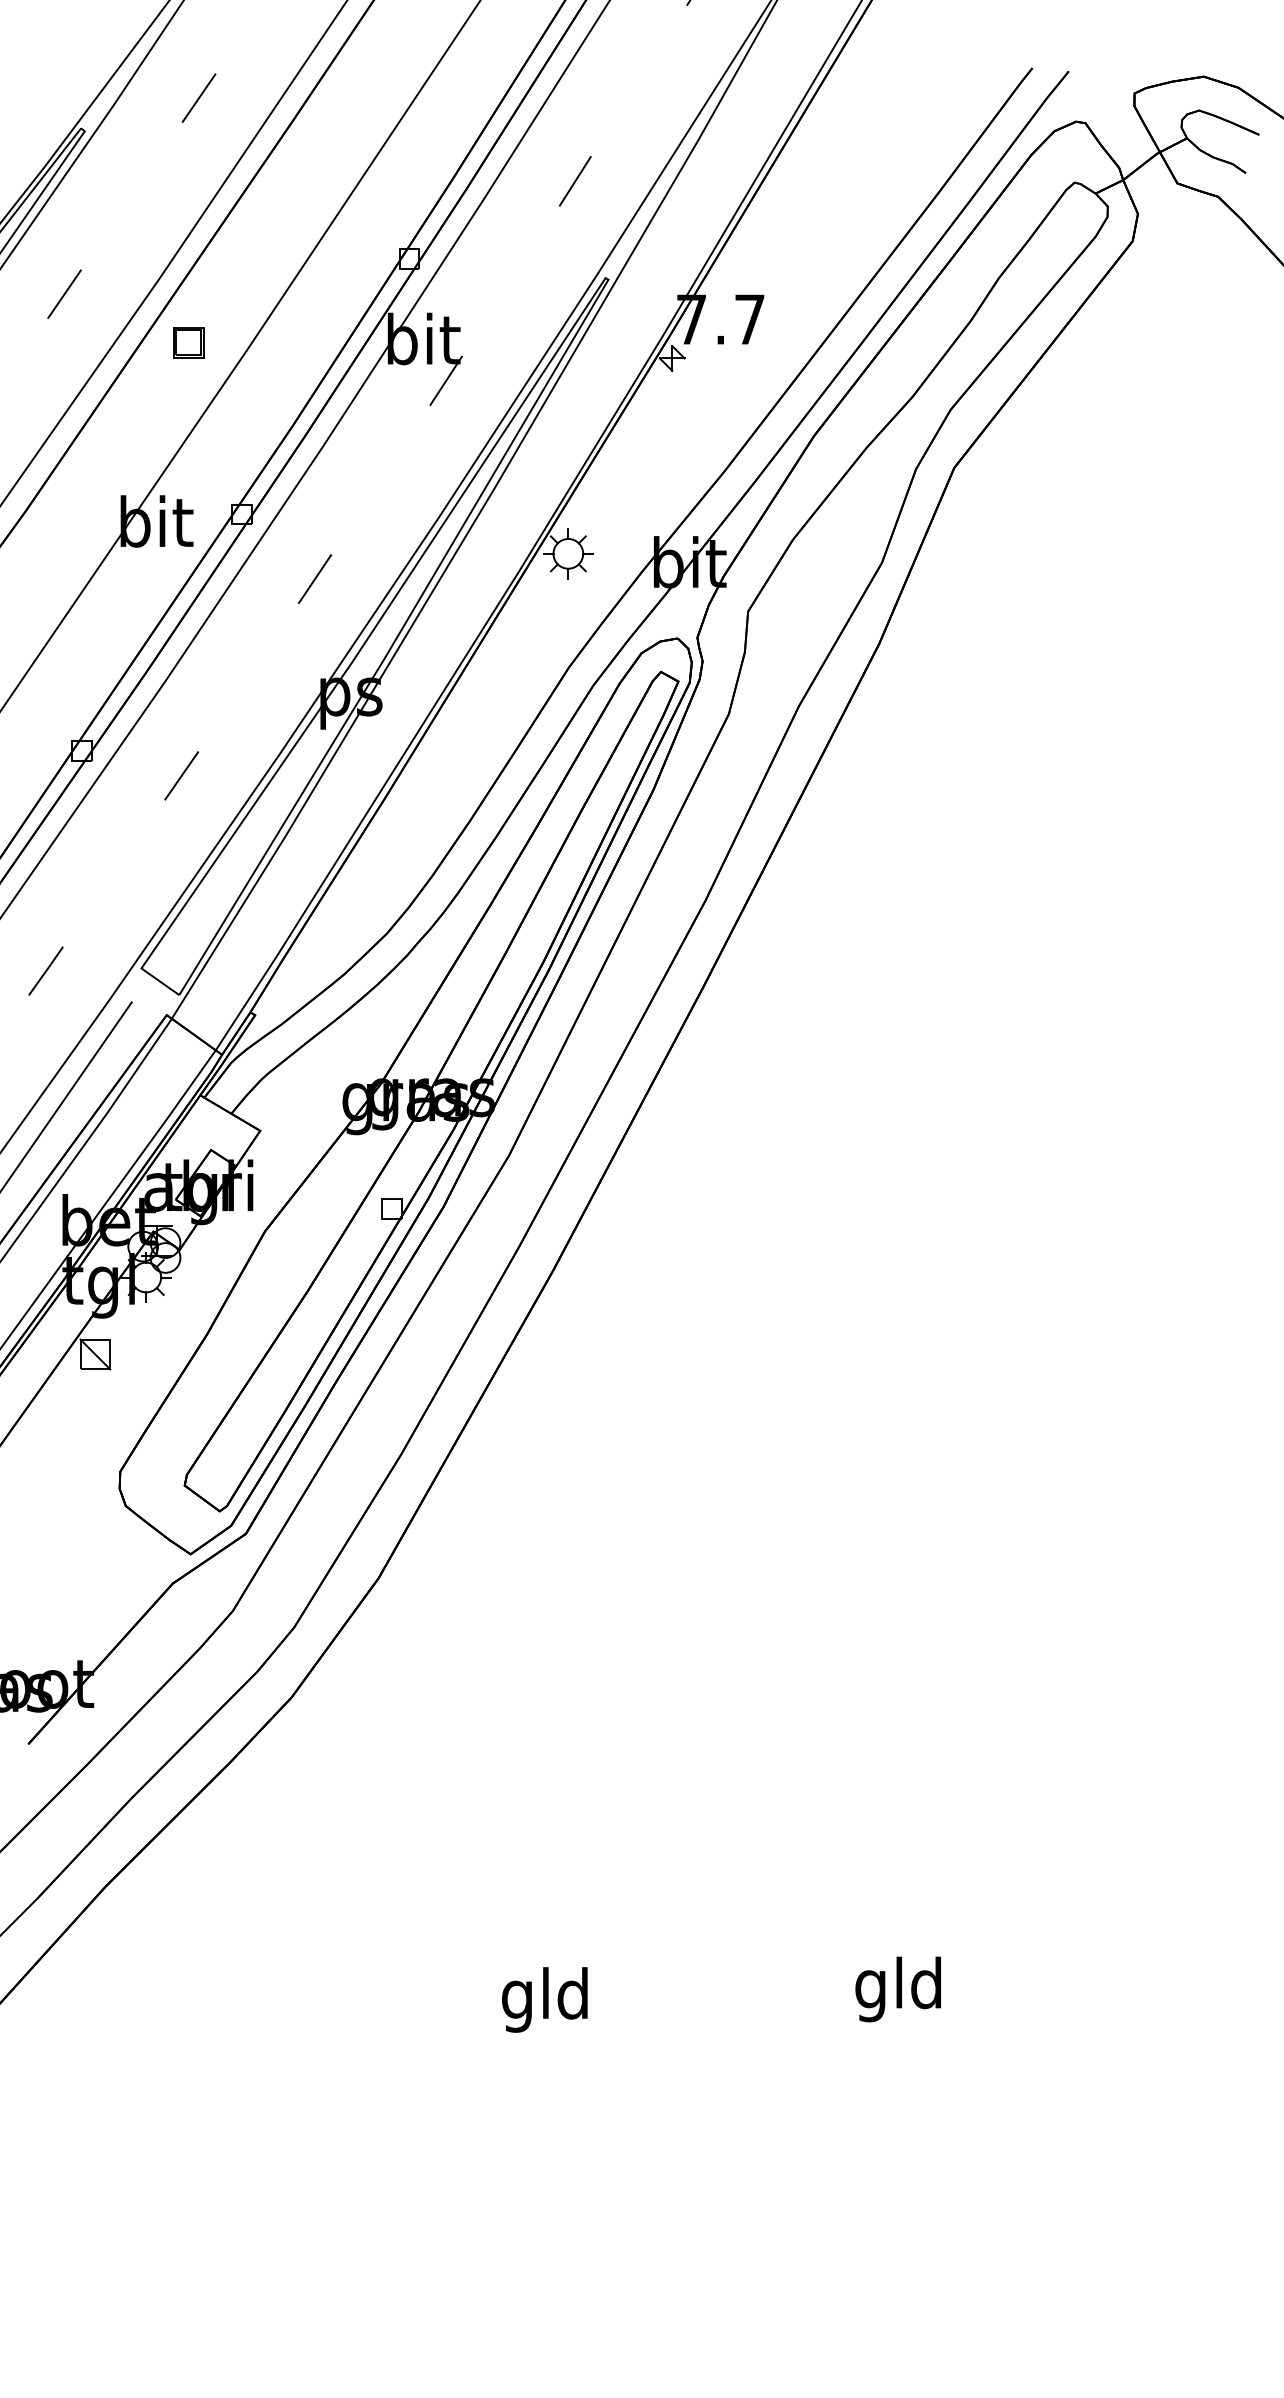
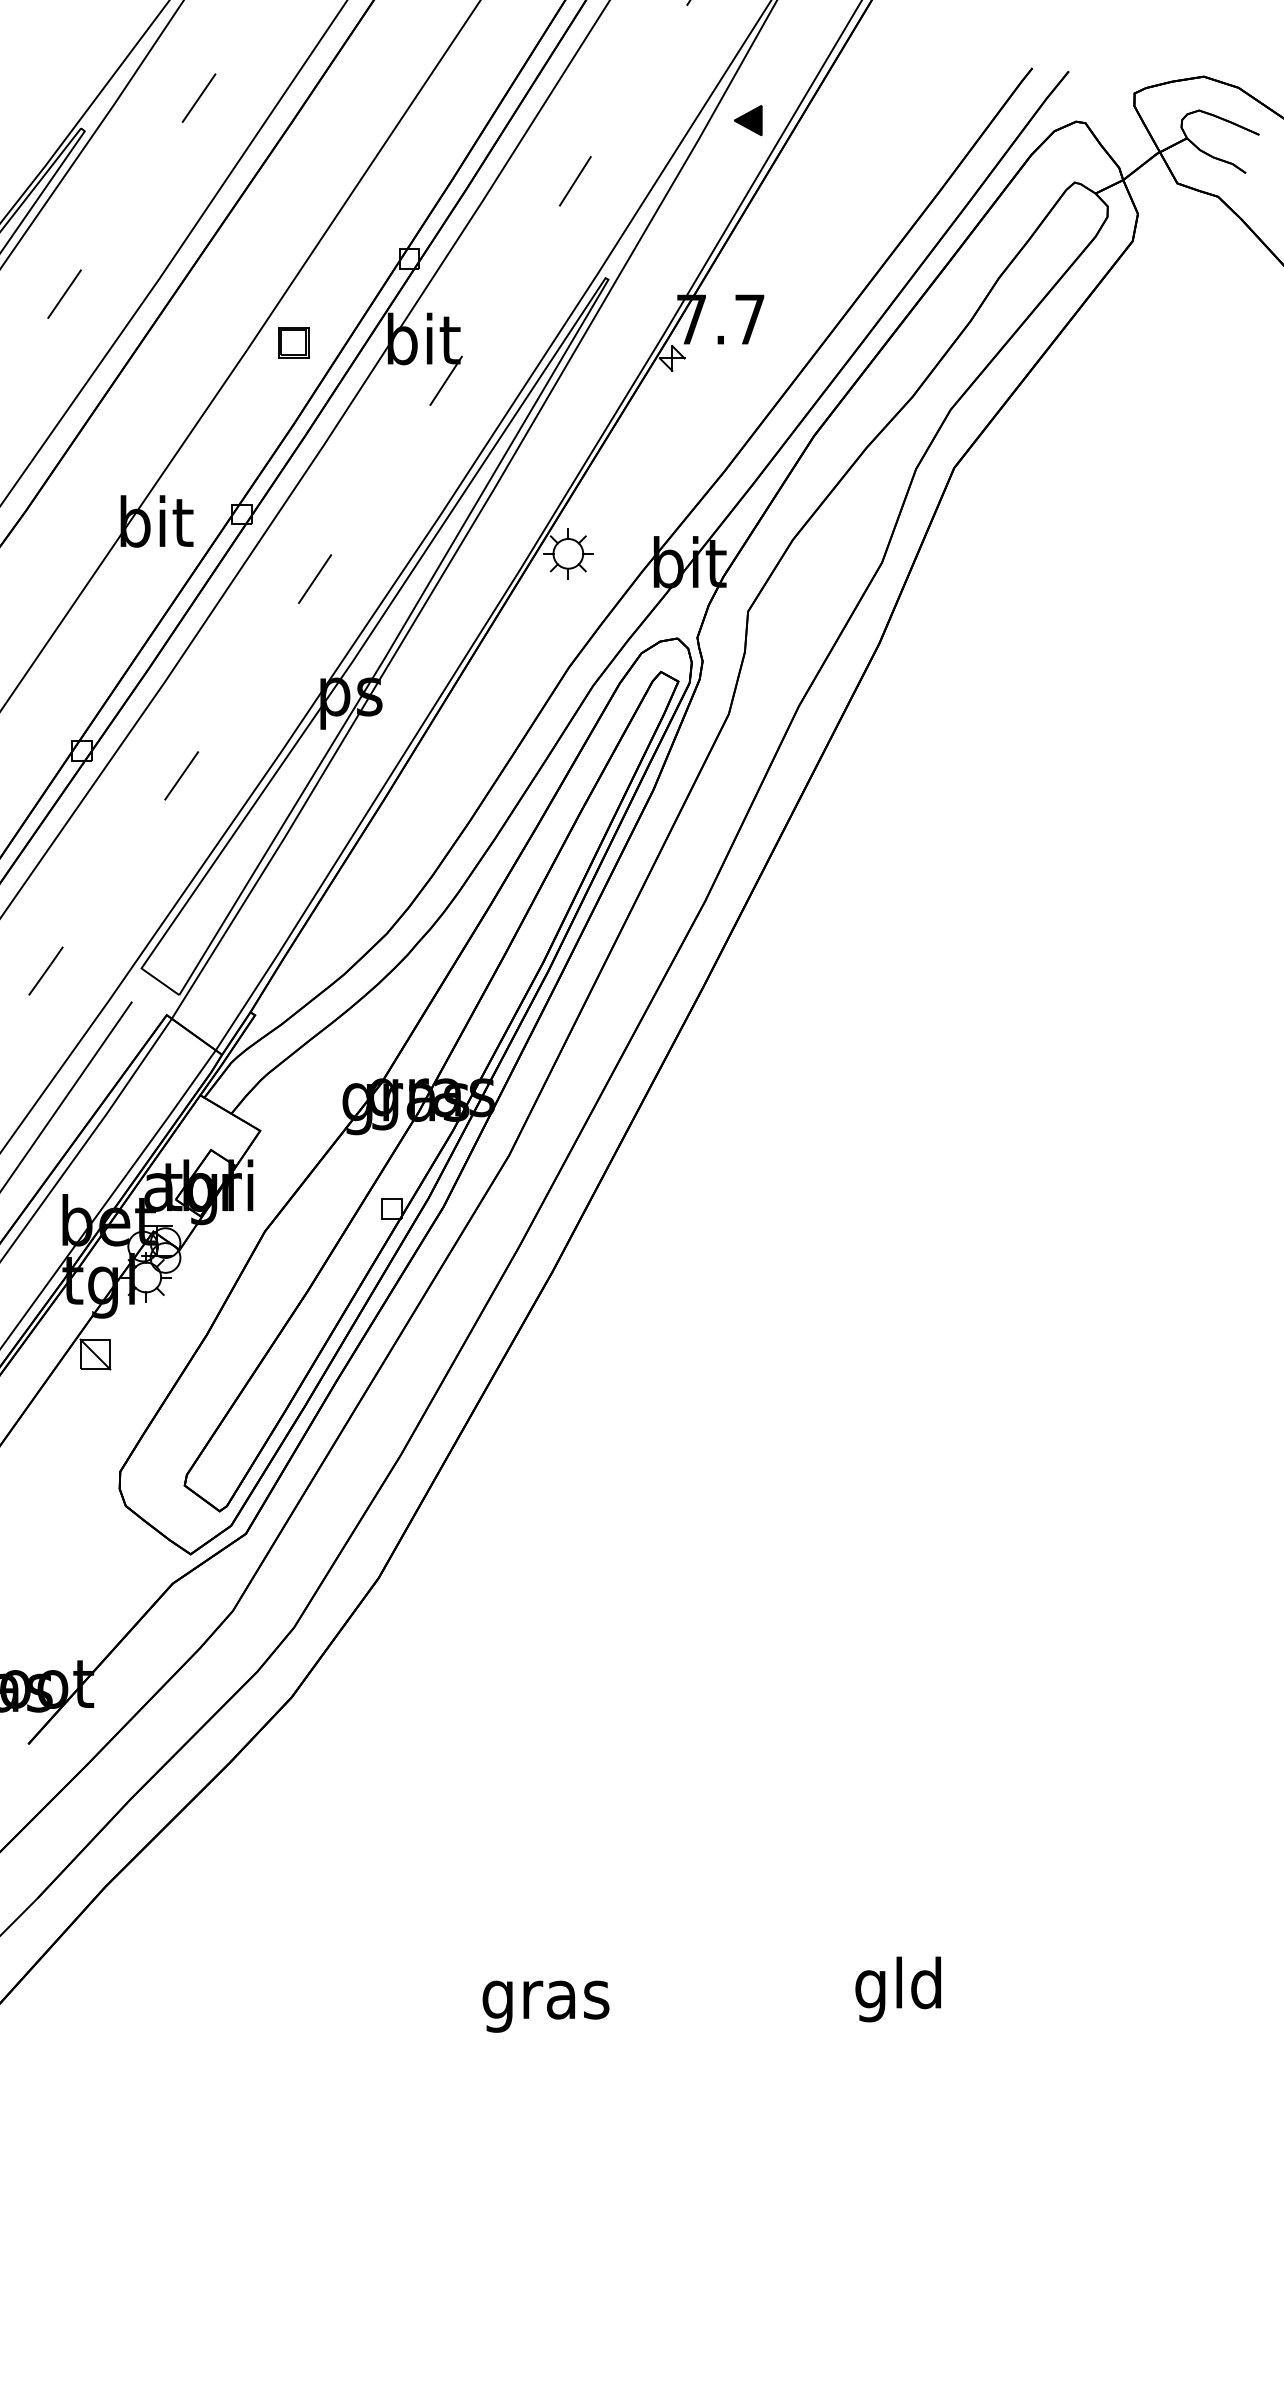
part at (748, 120): none -> present
part at (188, 342) position: (188, 342) -> (293, 342)
text at (545, 1999): gld -> gras
